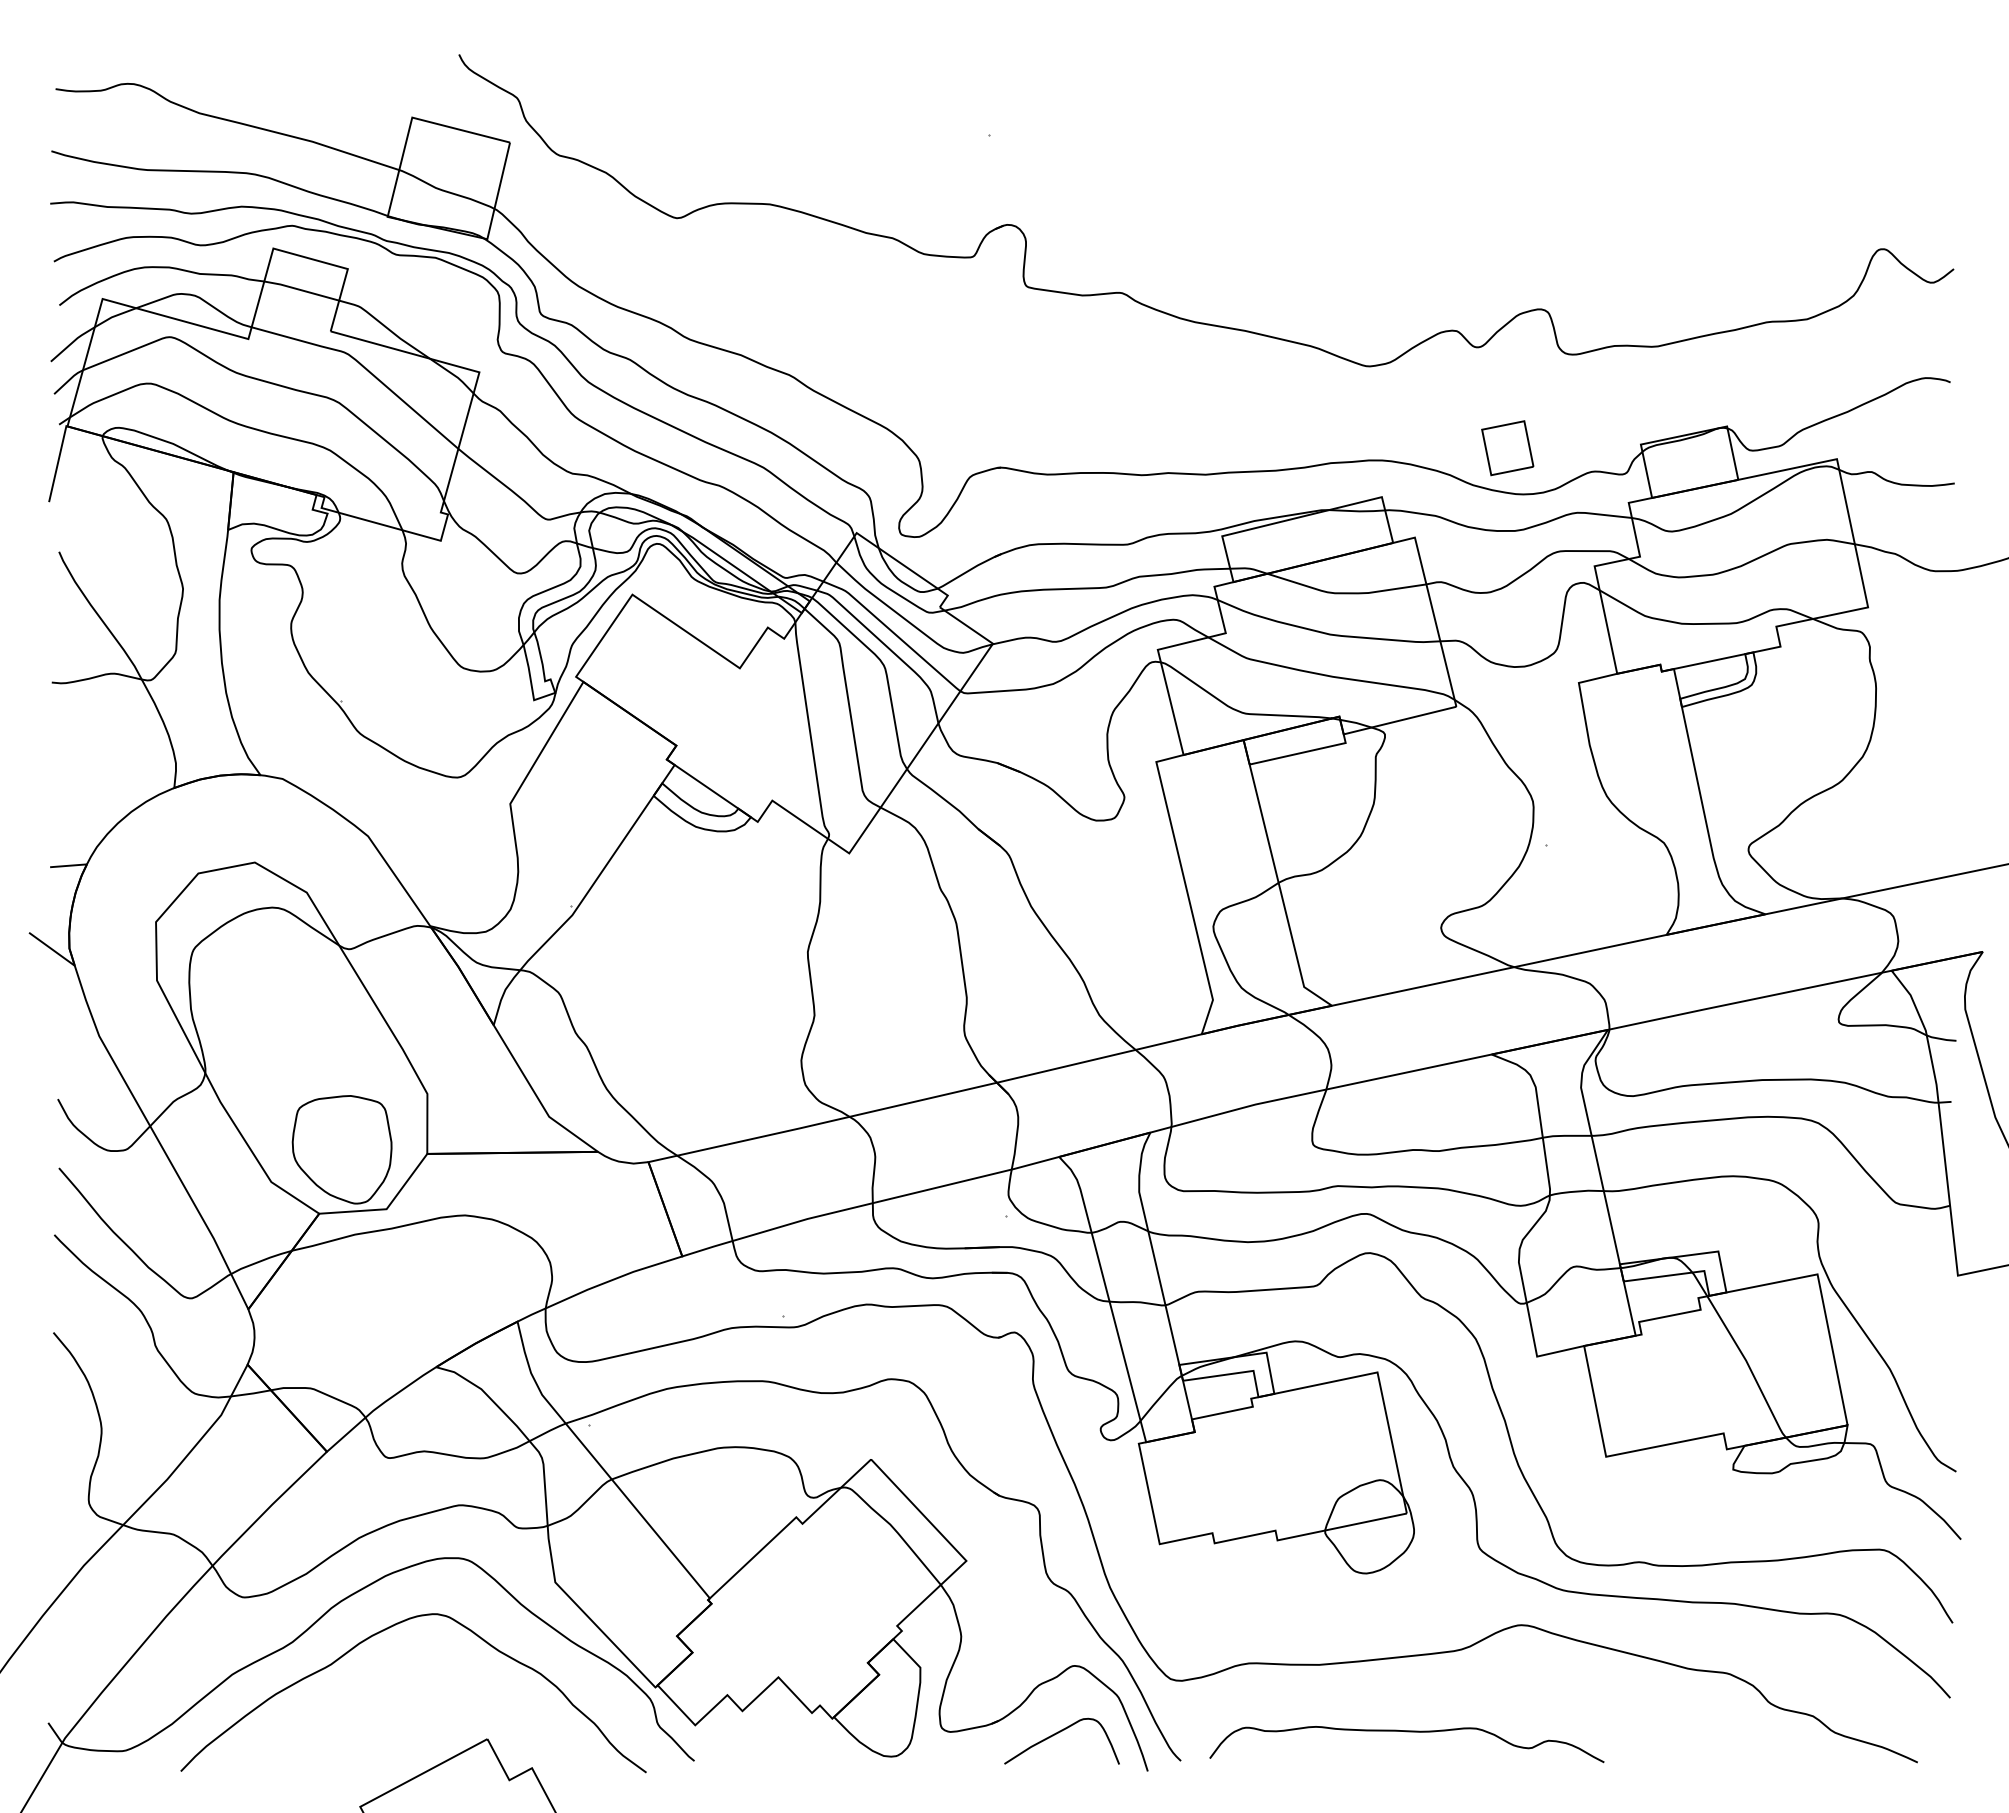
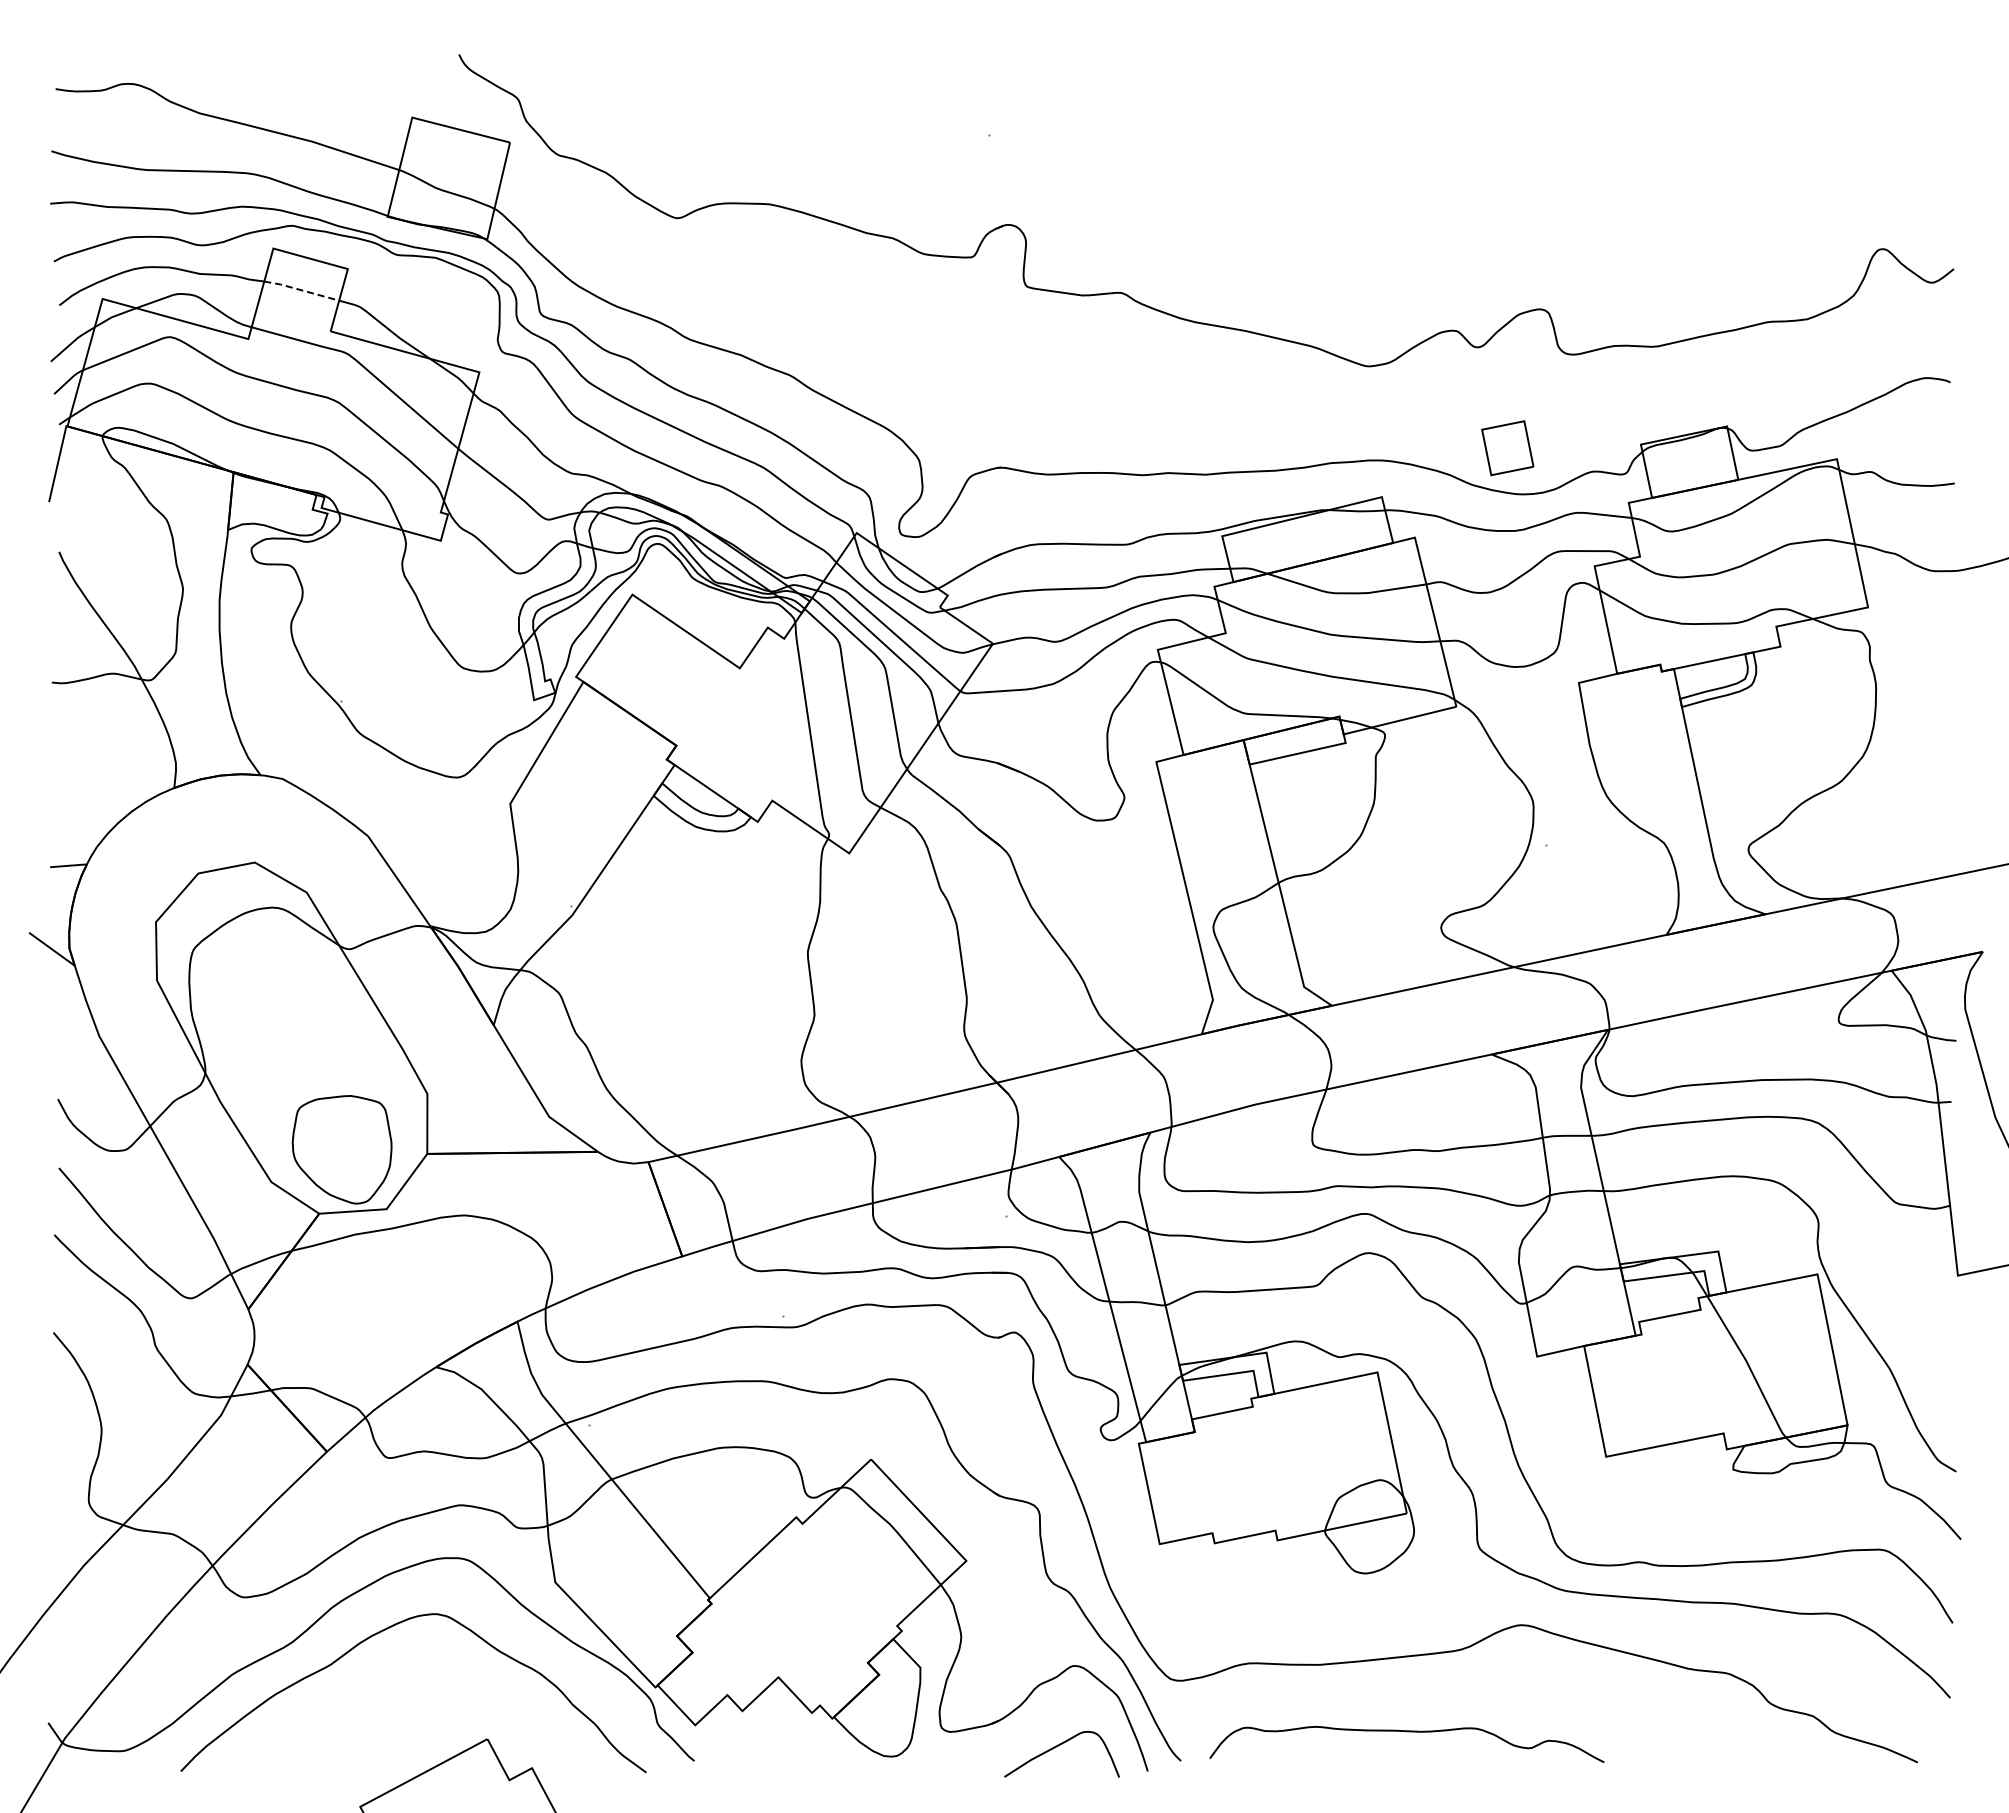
line at (301, 290): solid -> dashed
curve at (1058, 1733) position: (1058, 1733) -> (1058, 1746)
